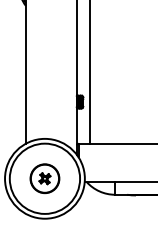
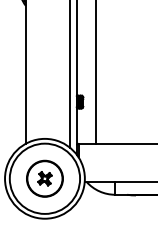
line at (90, 72) position: (90, 72) -> (96, 72)
line at (70, 74): none -> present
part at (44, 178) size: 32x32 px -> 38x39 px
